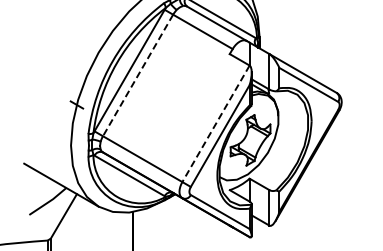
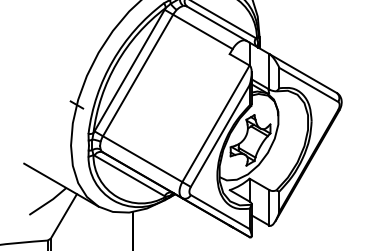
line at (137, 75): dashed -> solid
line at (215, 124): dashed -> solid
